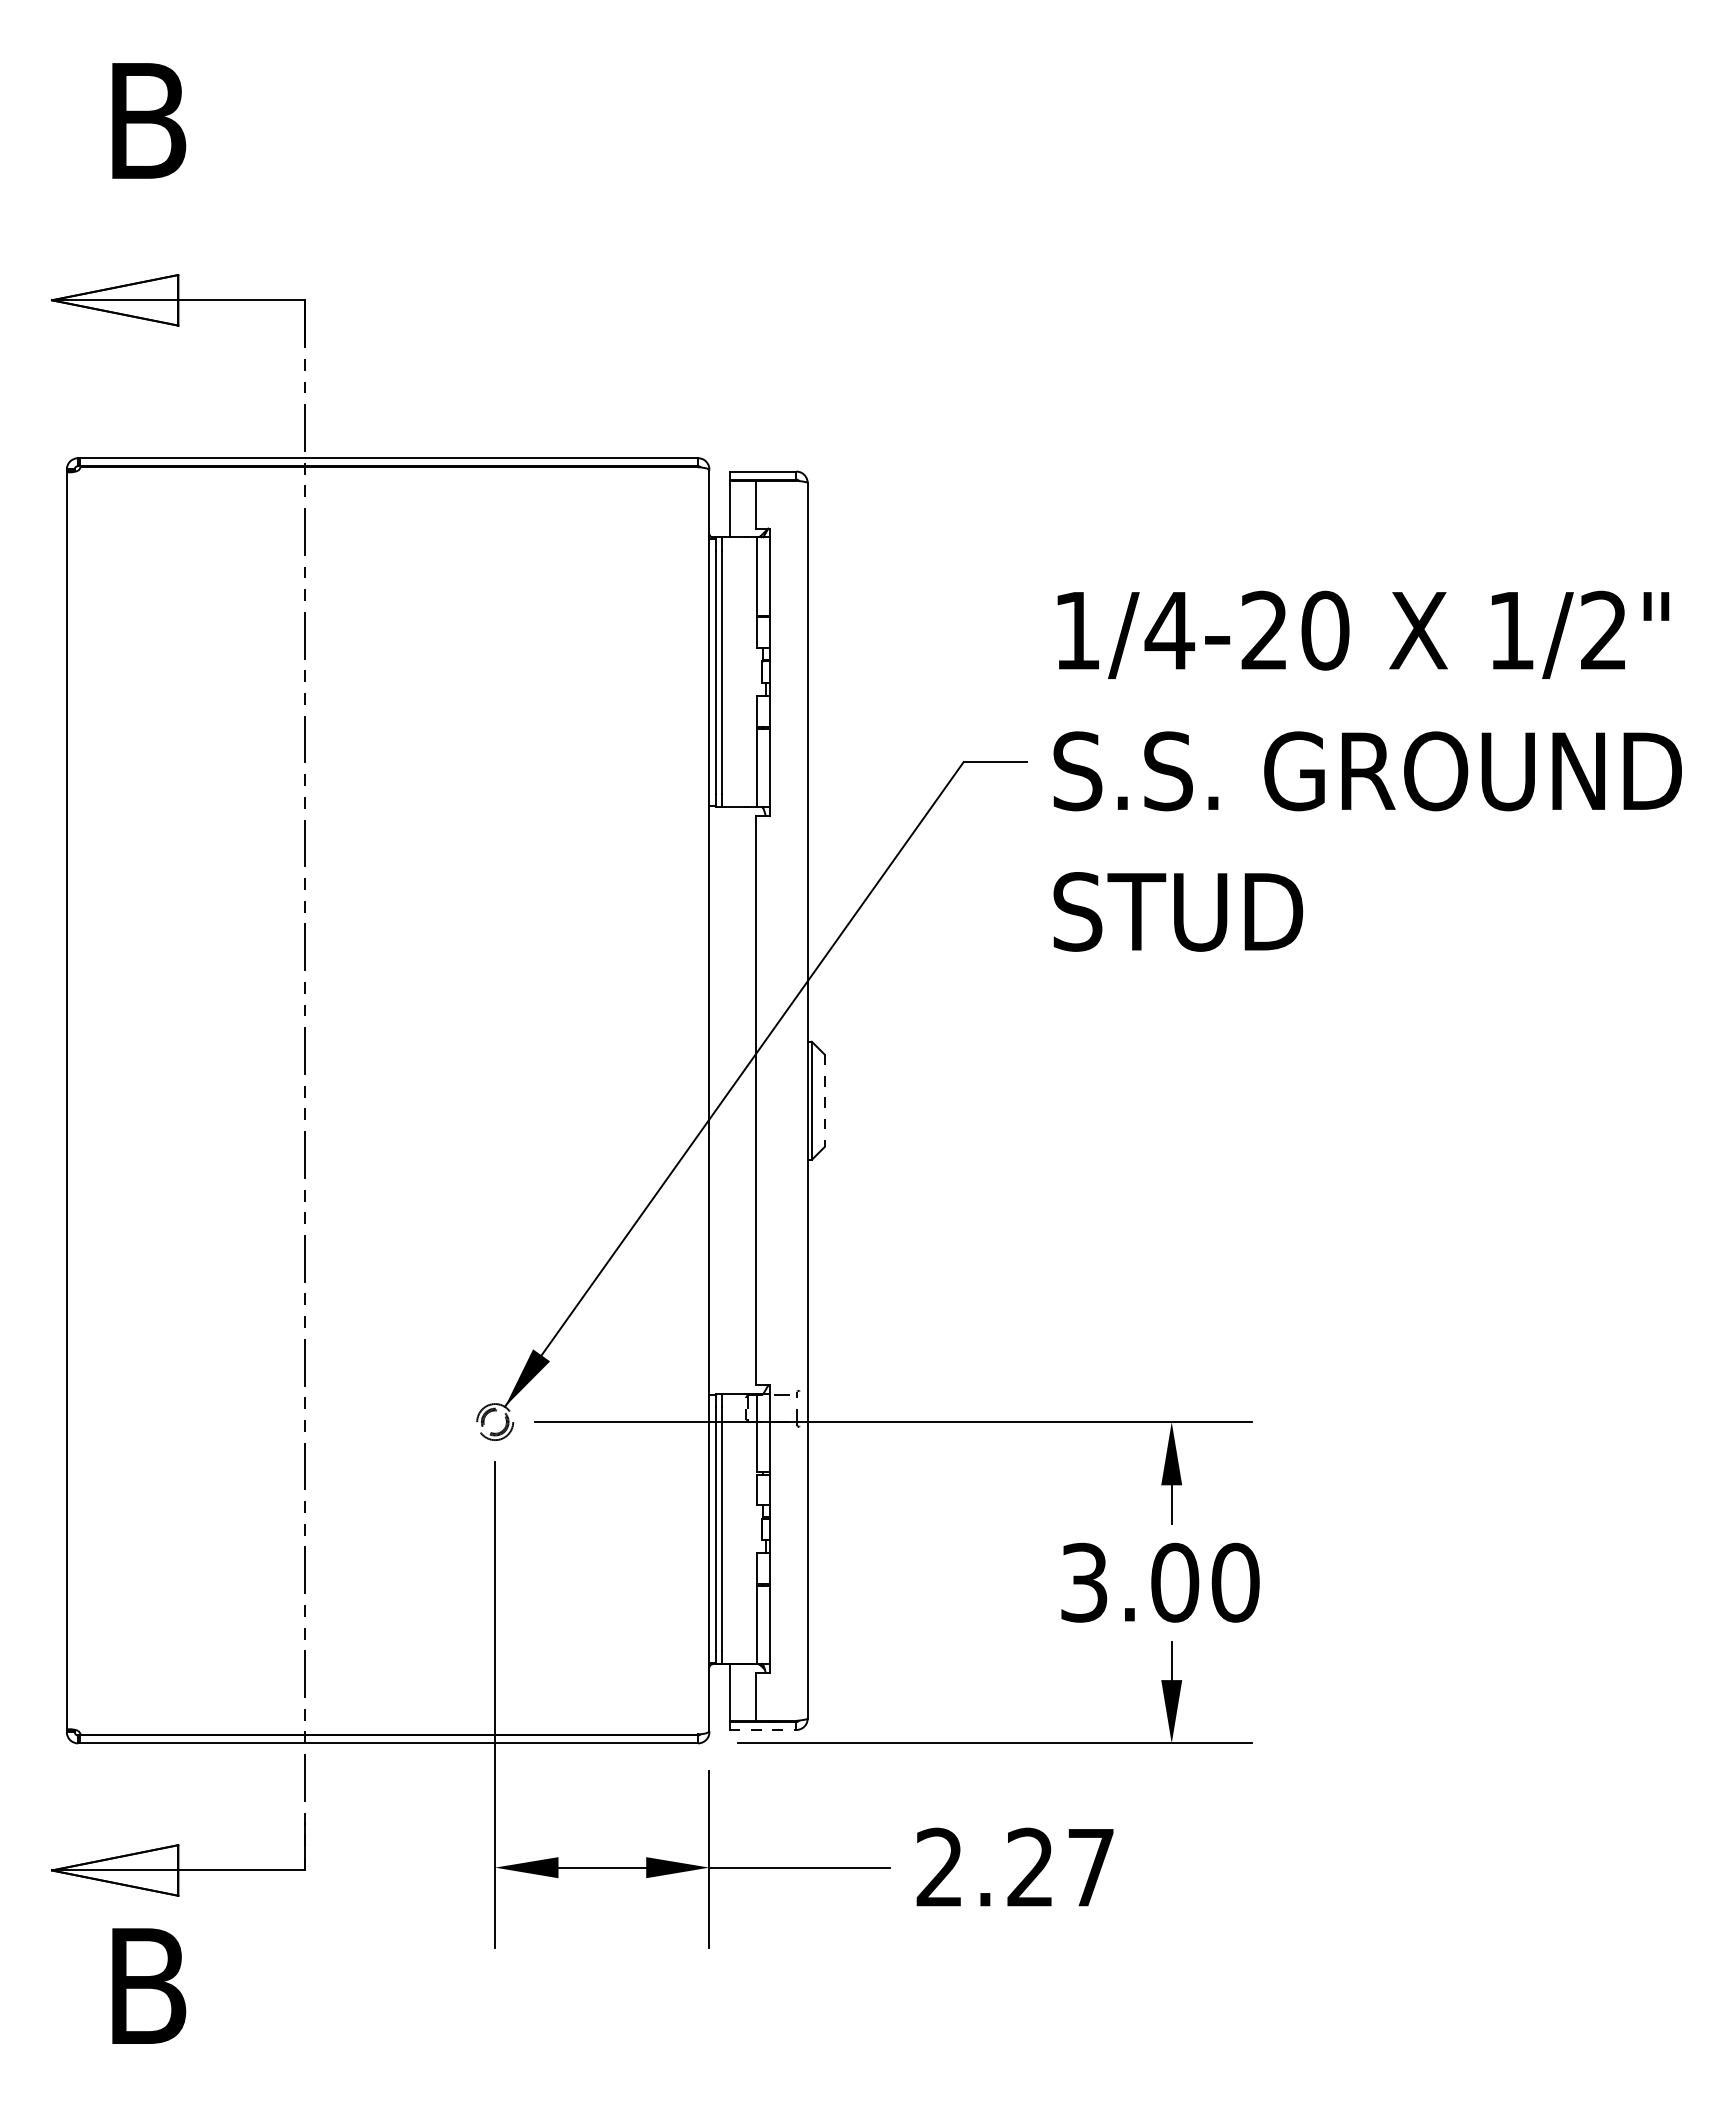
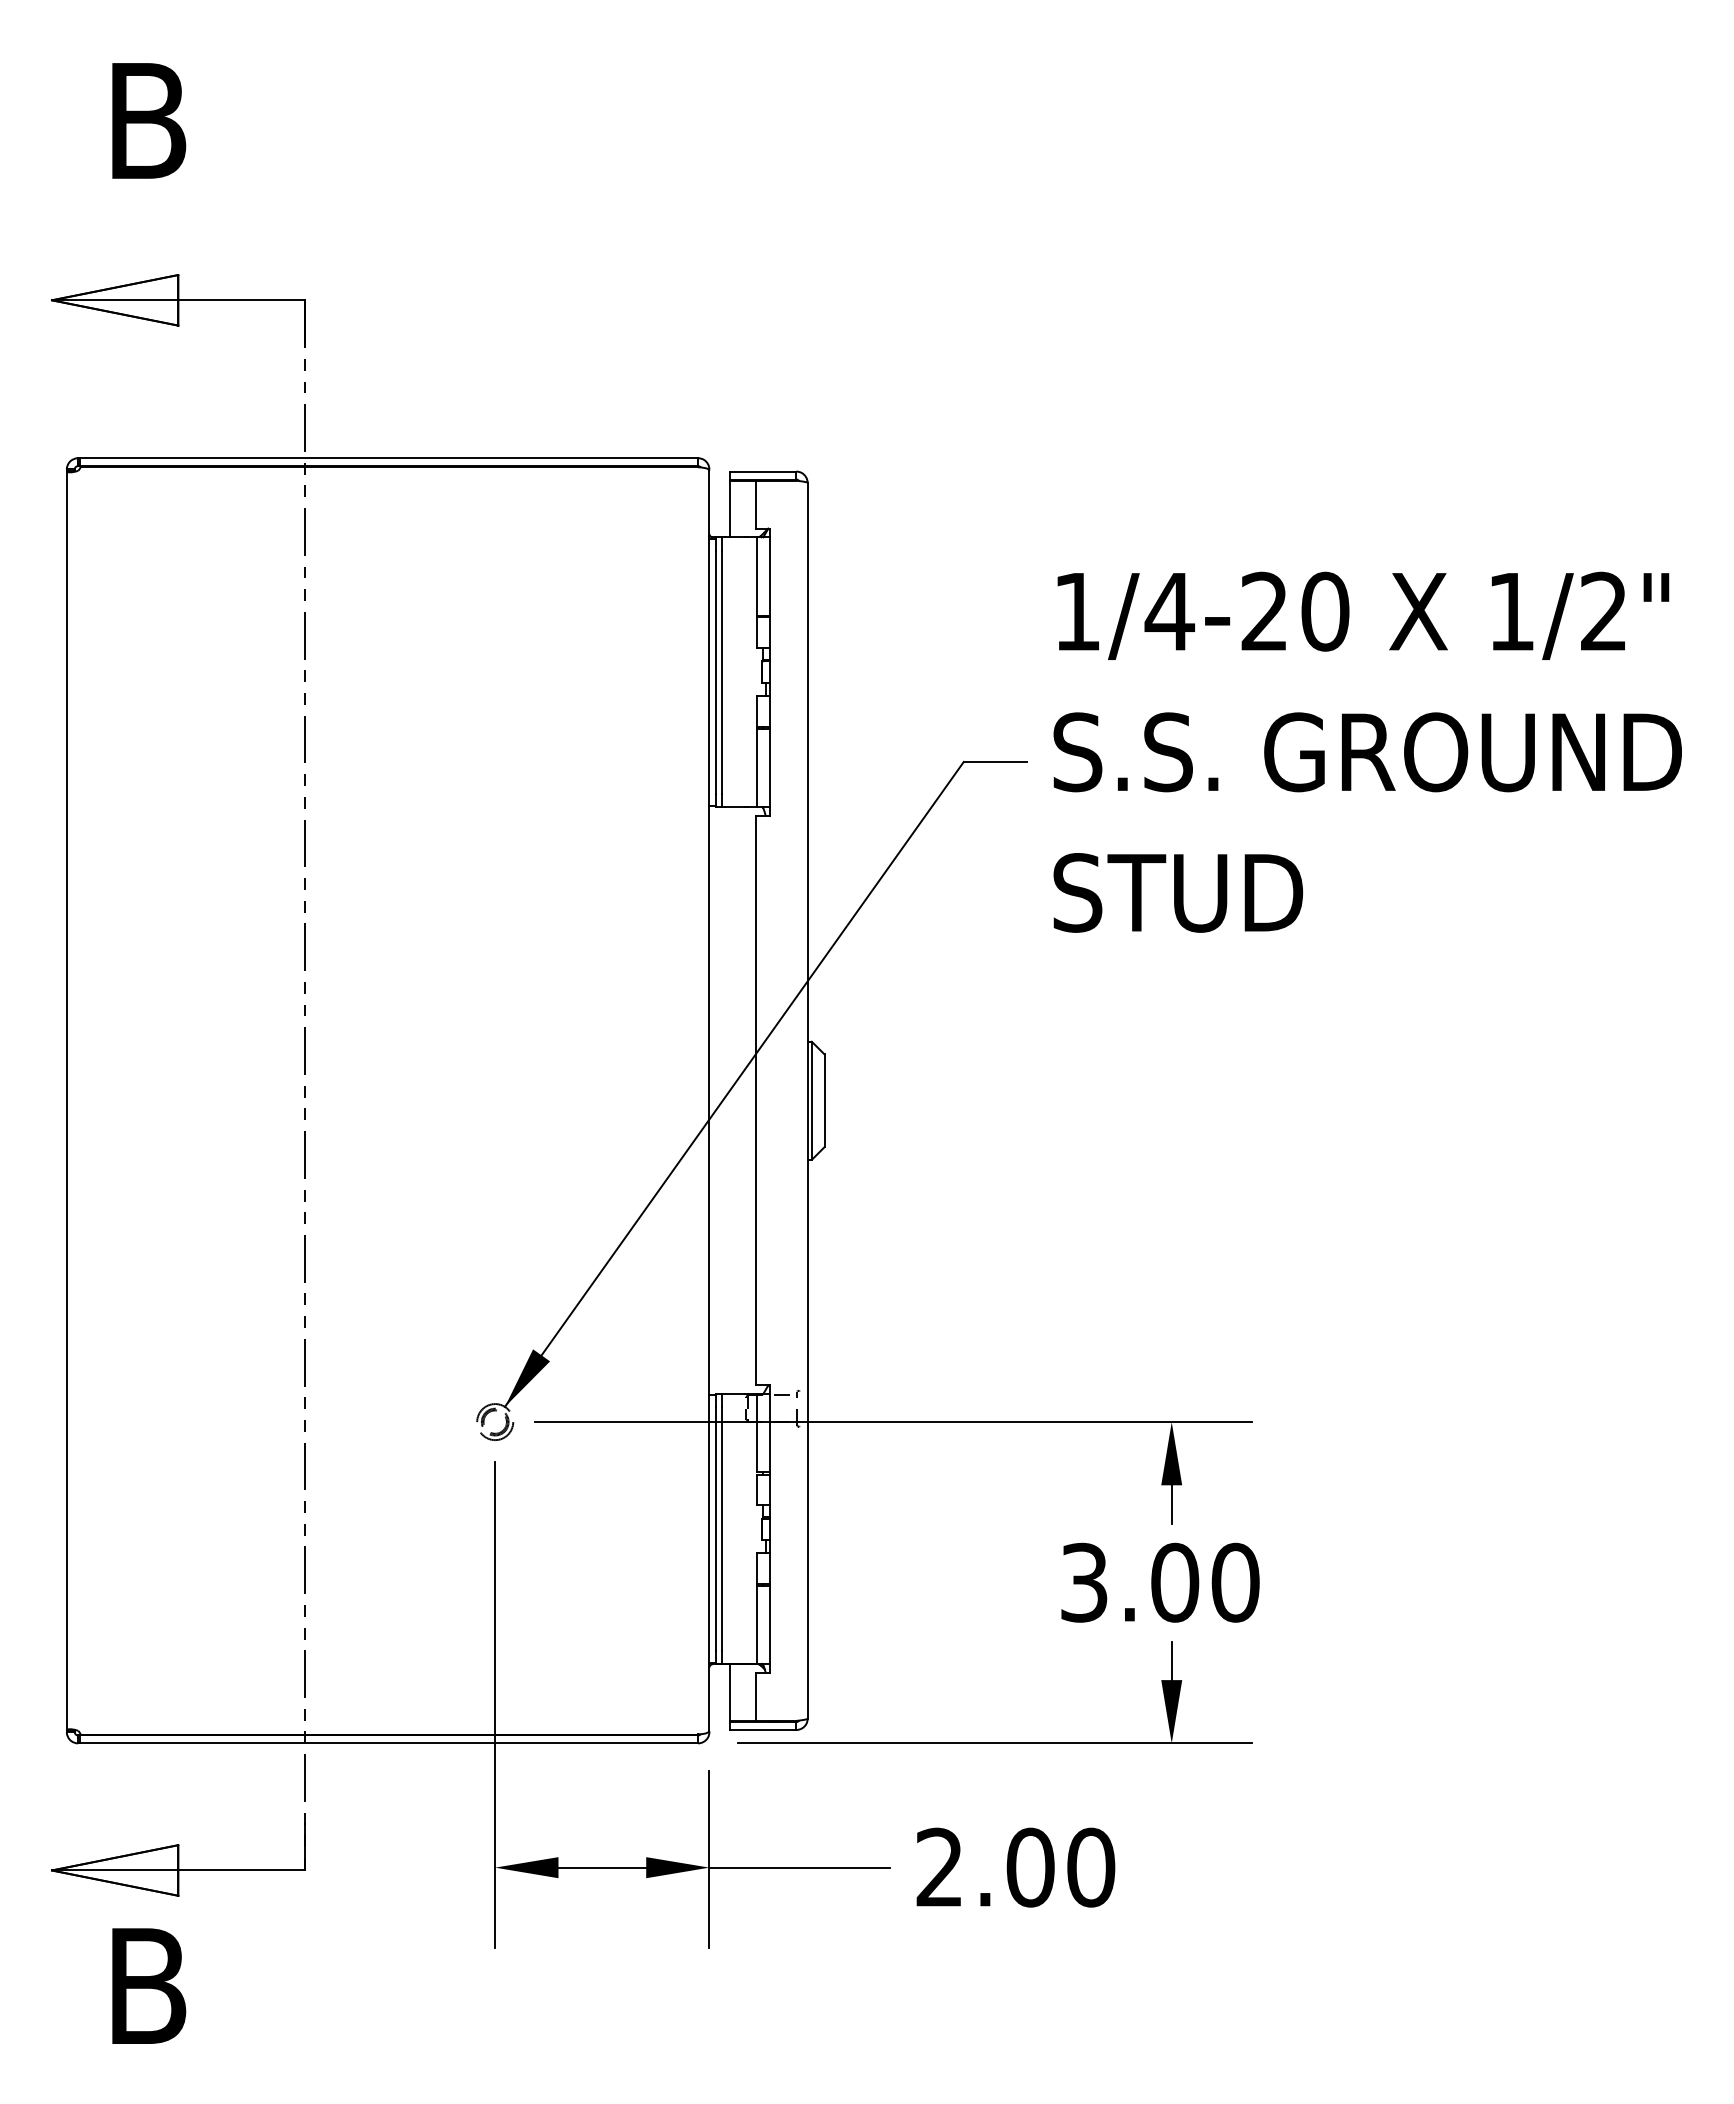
text at (1367, 770) position: (1367, 770) -> (1367, 751)
line at (824, 1101): dashed -> solid
line at (763, 1730): dashed -> solid
text at (1060, 1867): 2.27 -> 2.00
